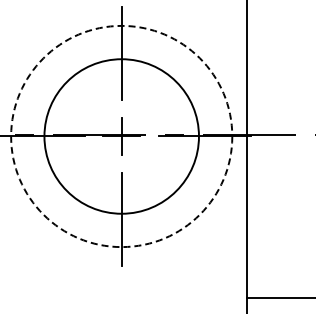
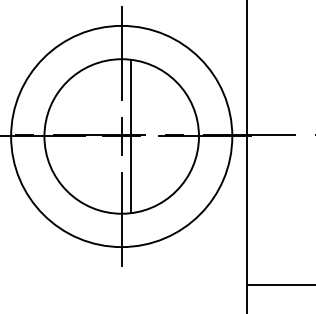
circle at (121, 136): dashed -> solid
line at (131, 136): none -> present
line at (279, 298) position: (279, 298) -> (279, 285)
